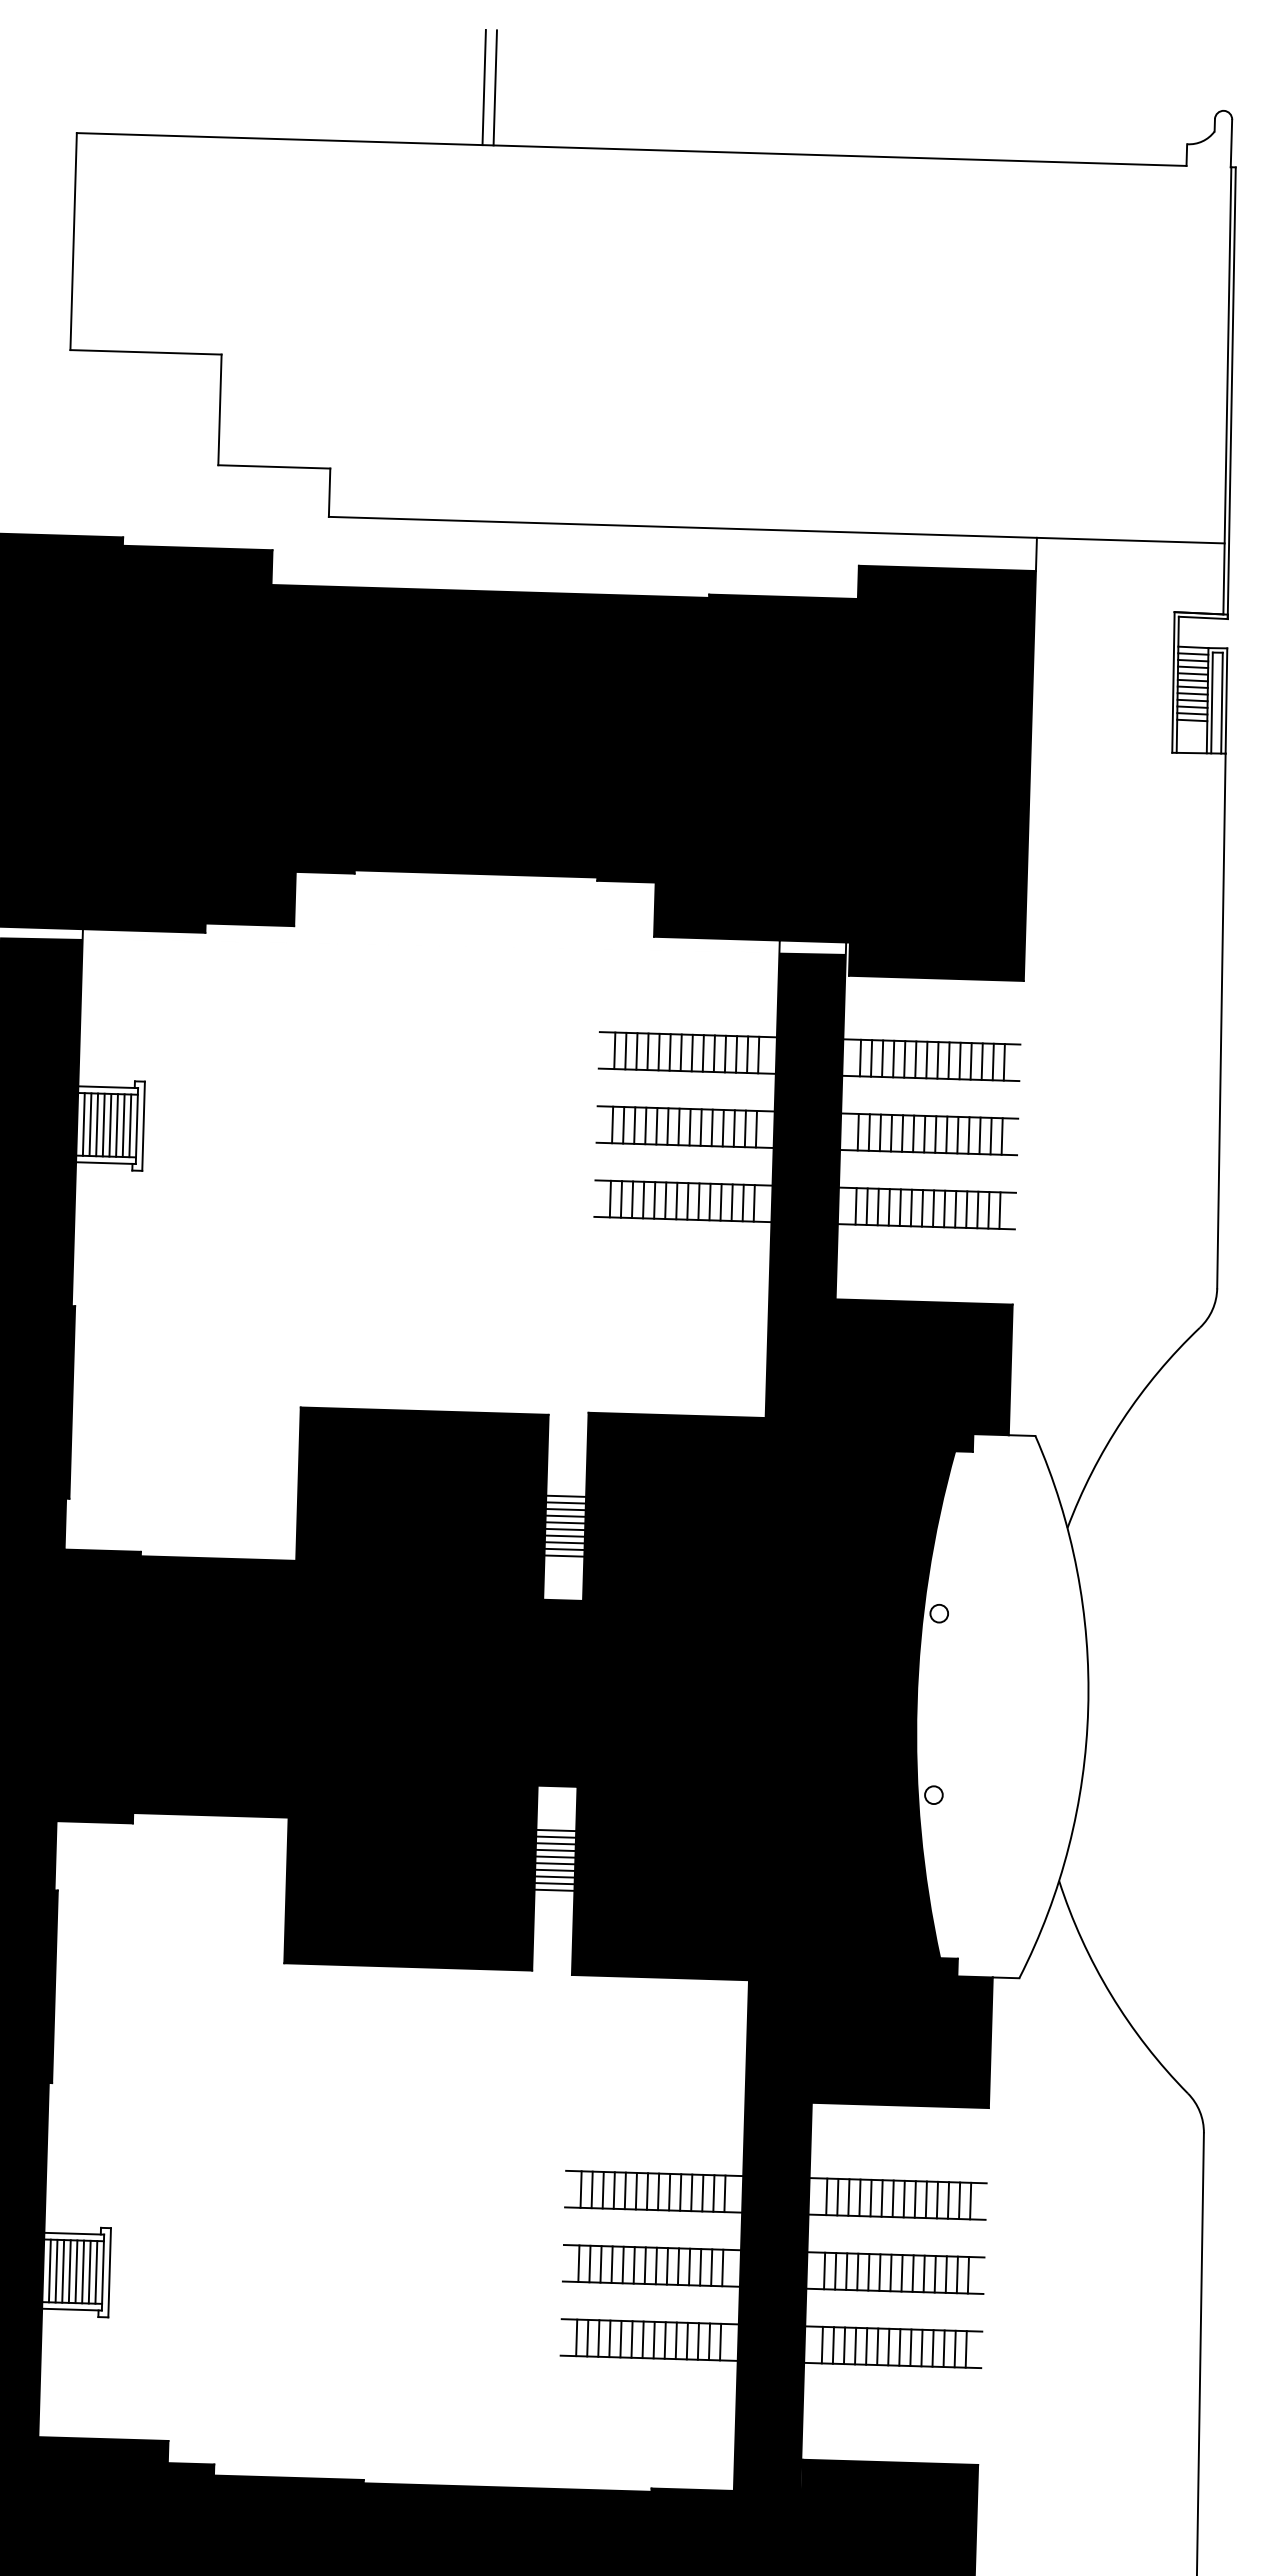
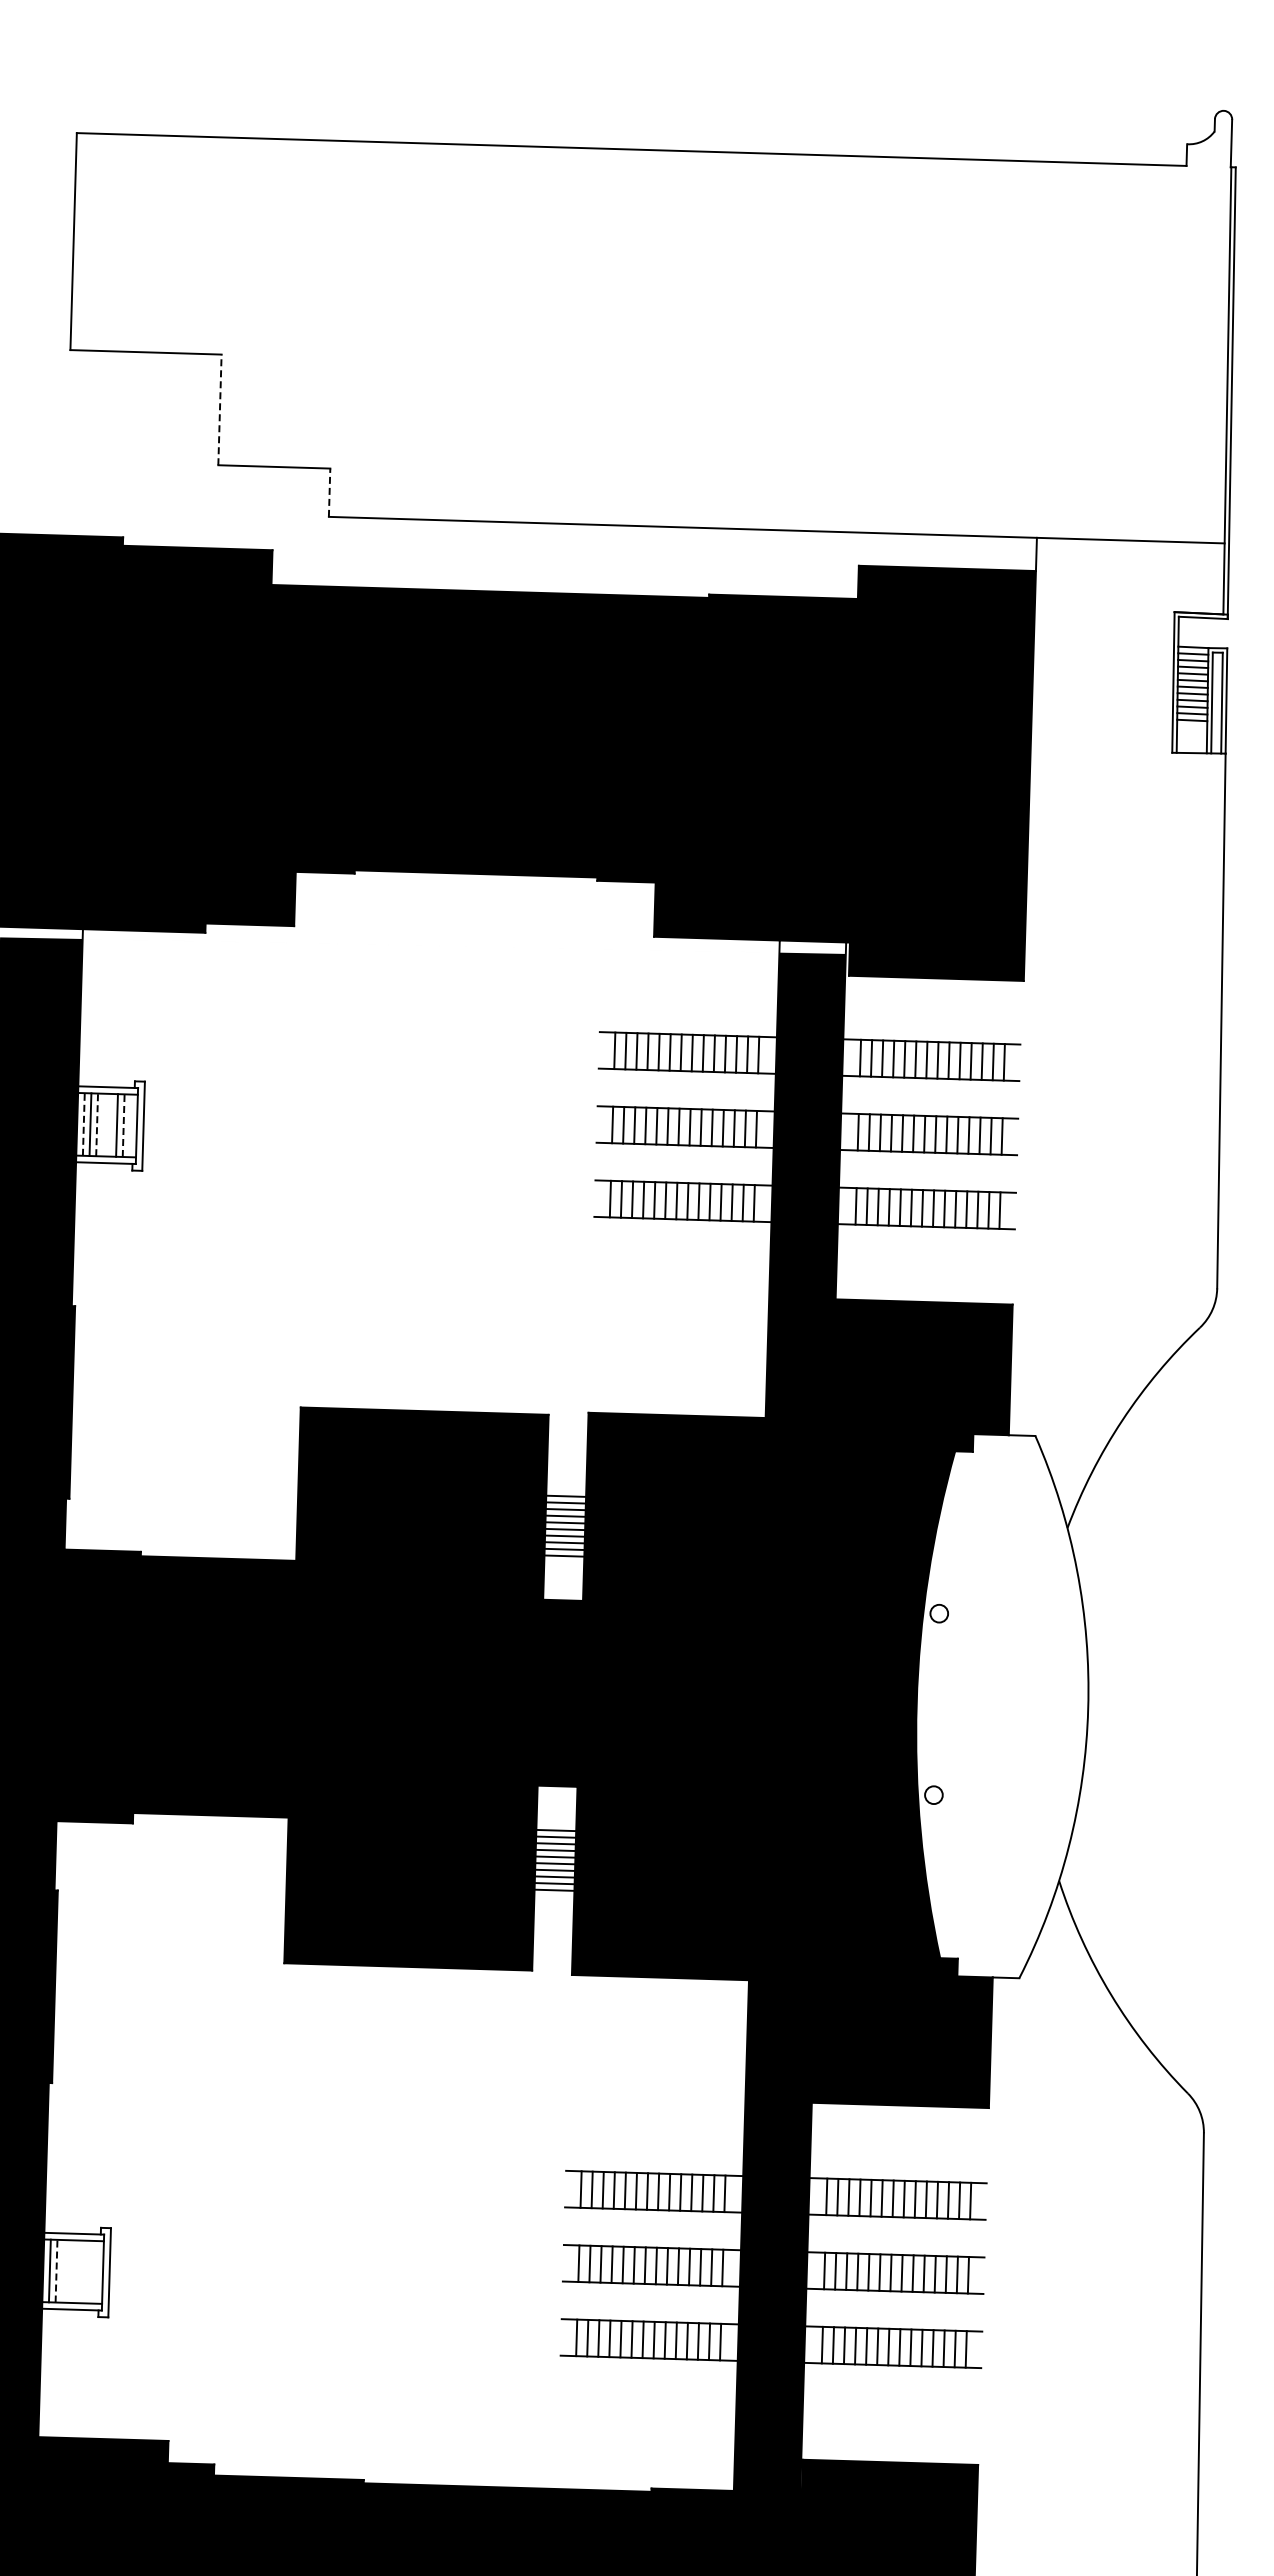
line at (483, 87): present -> none
line at (494, 87): present -> none
line at (219, 409): solid -> dashed
line at (329, 492): solid -> dashed
line at (83, 1123): solid -> dashed
line at (97, 1124): solid -> dashed
line at (103, 1124): present -> none
line at (110, 1124): present -> none
line at (123, 1125): solid -> dashed
line at (130, 1125): present -> none
line at (56, 2270): solid -> dashed
line at (63, 2271): present -> none
line at (69, 2271): present -> none
line at (76, 2271): present -> none
line at (83, 2271): present -> none
line at (89, 2271): present -> none
line at (96, 2272): present -> none
